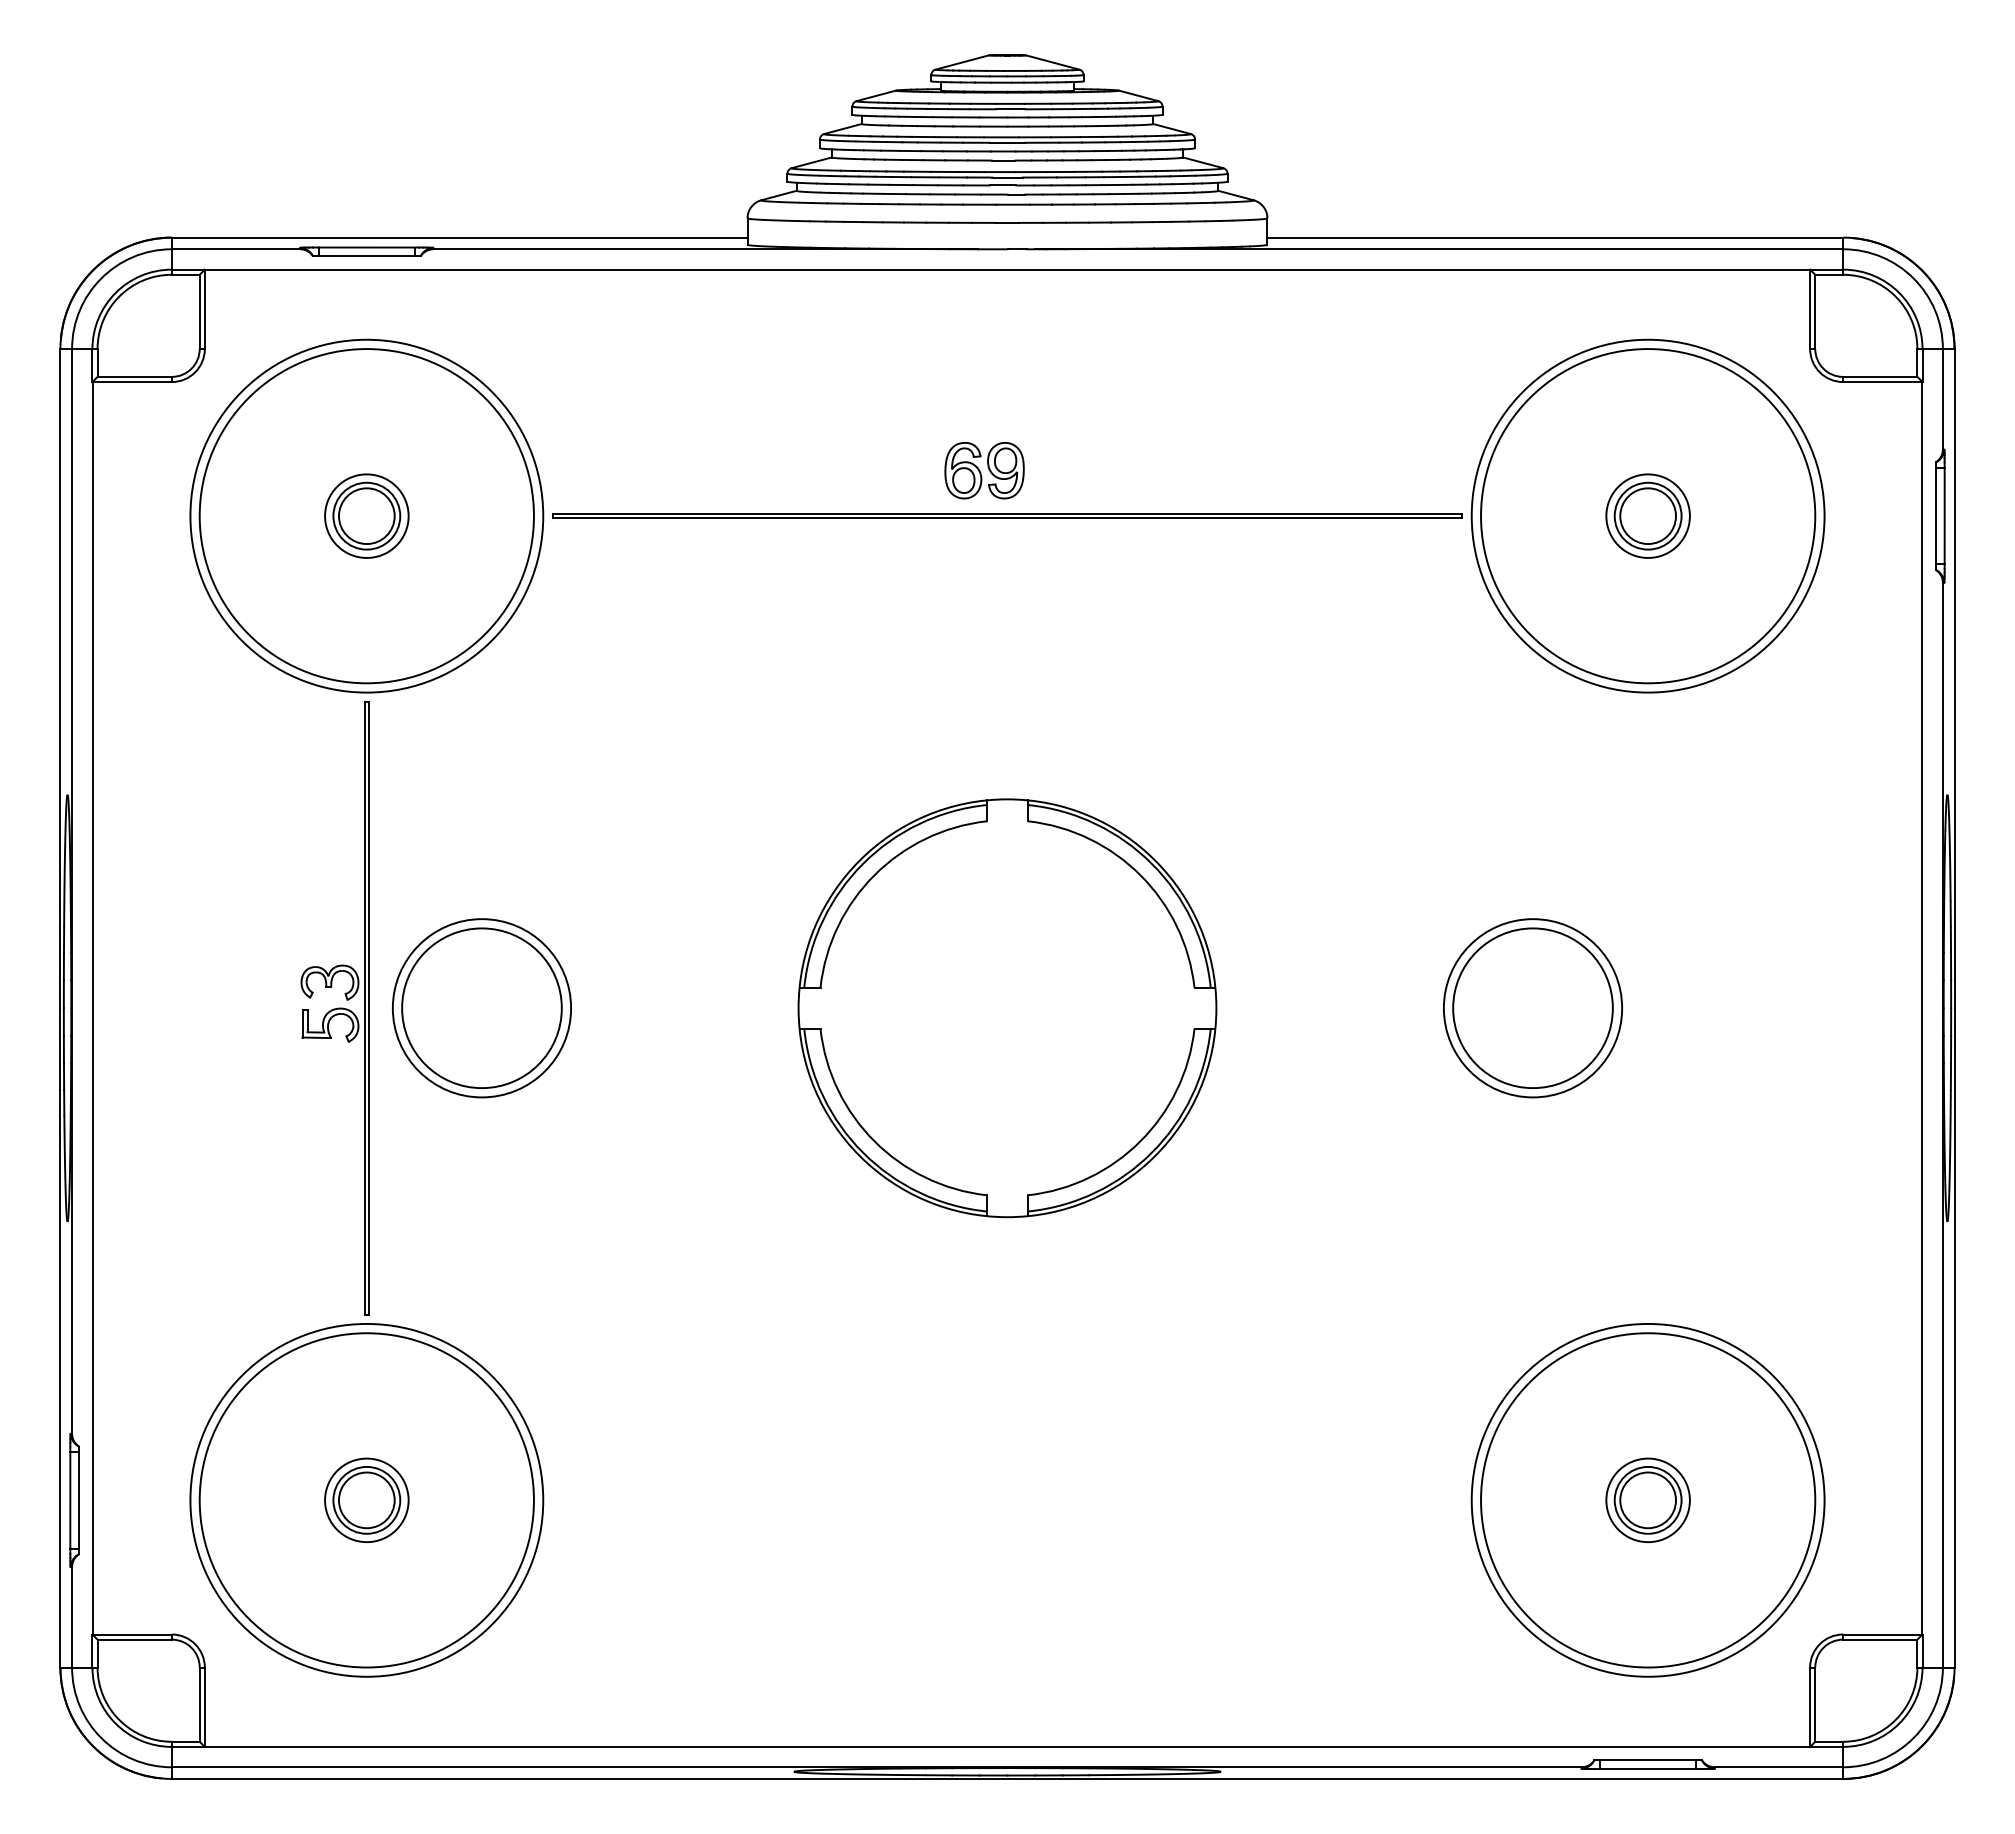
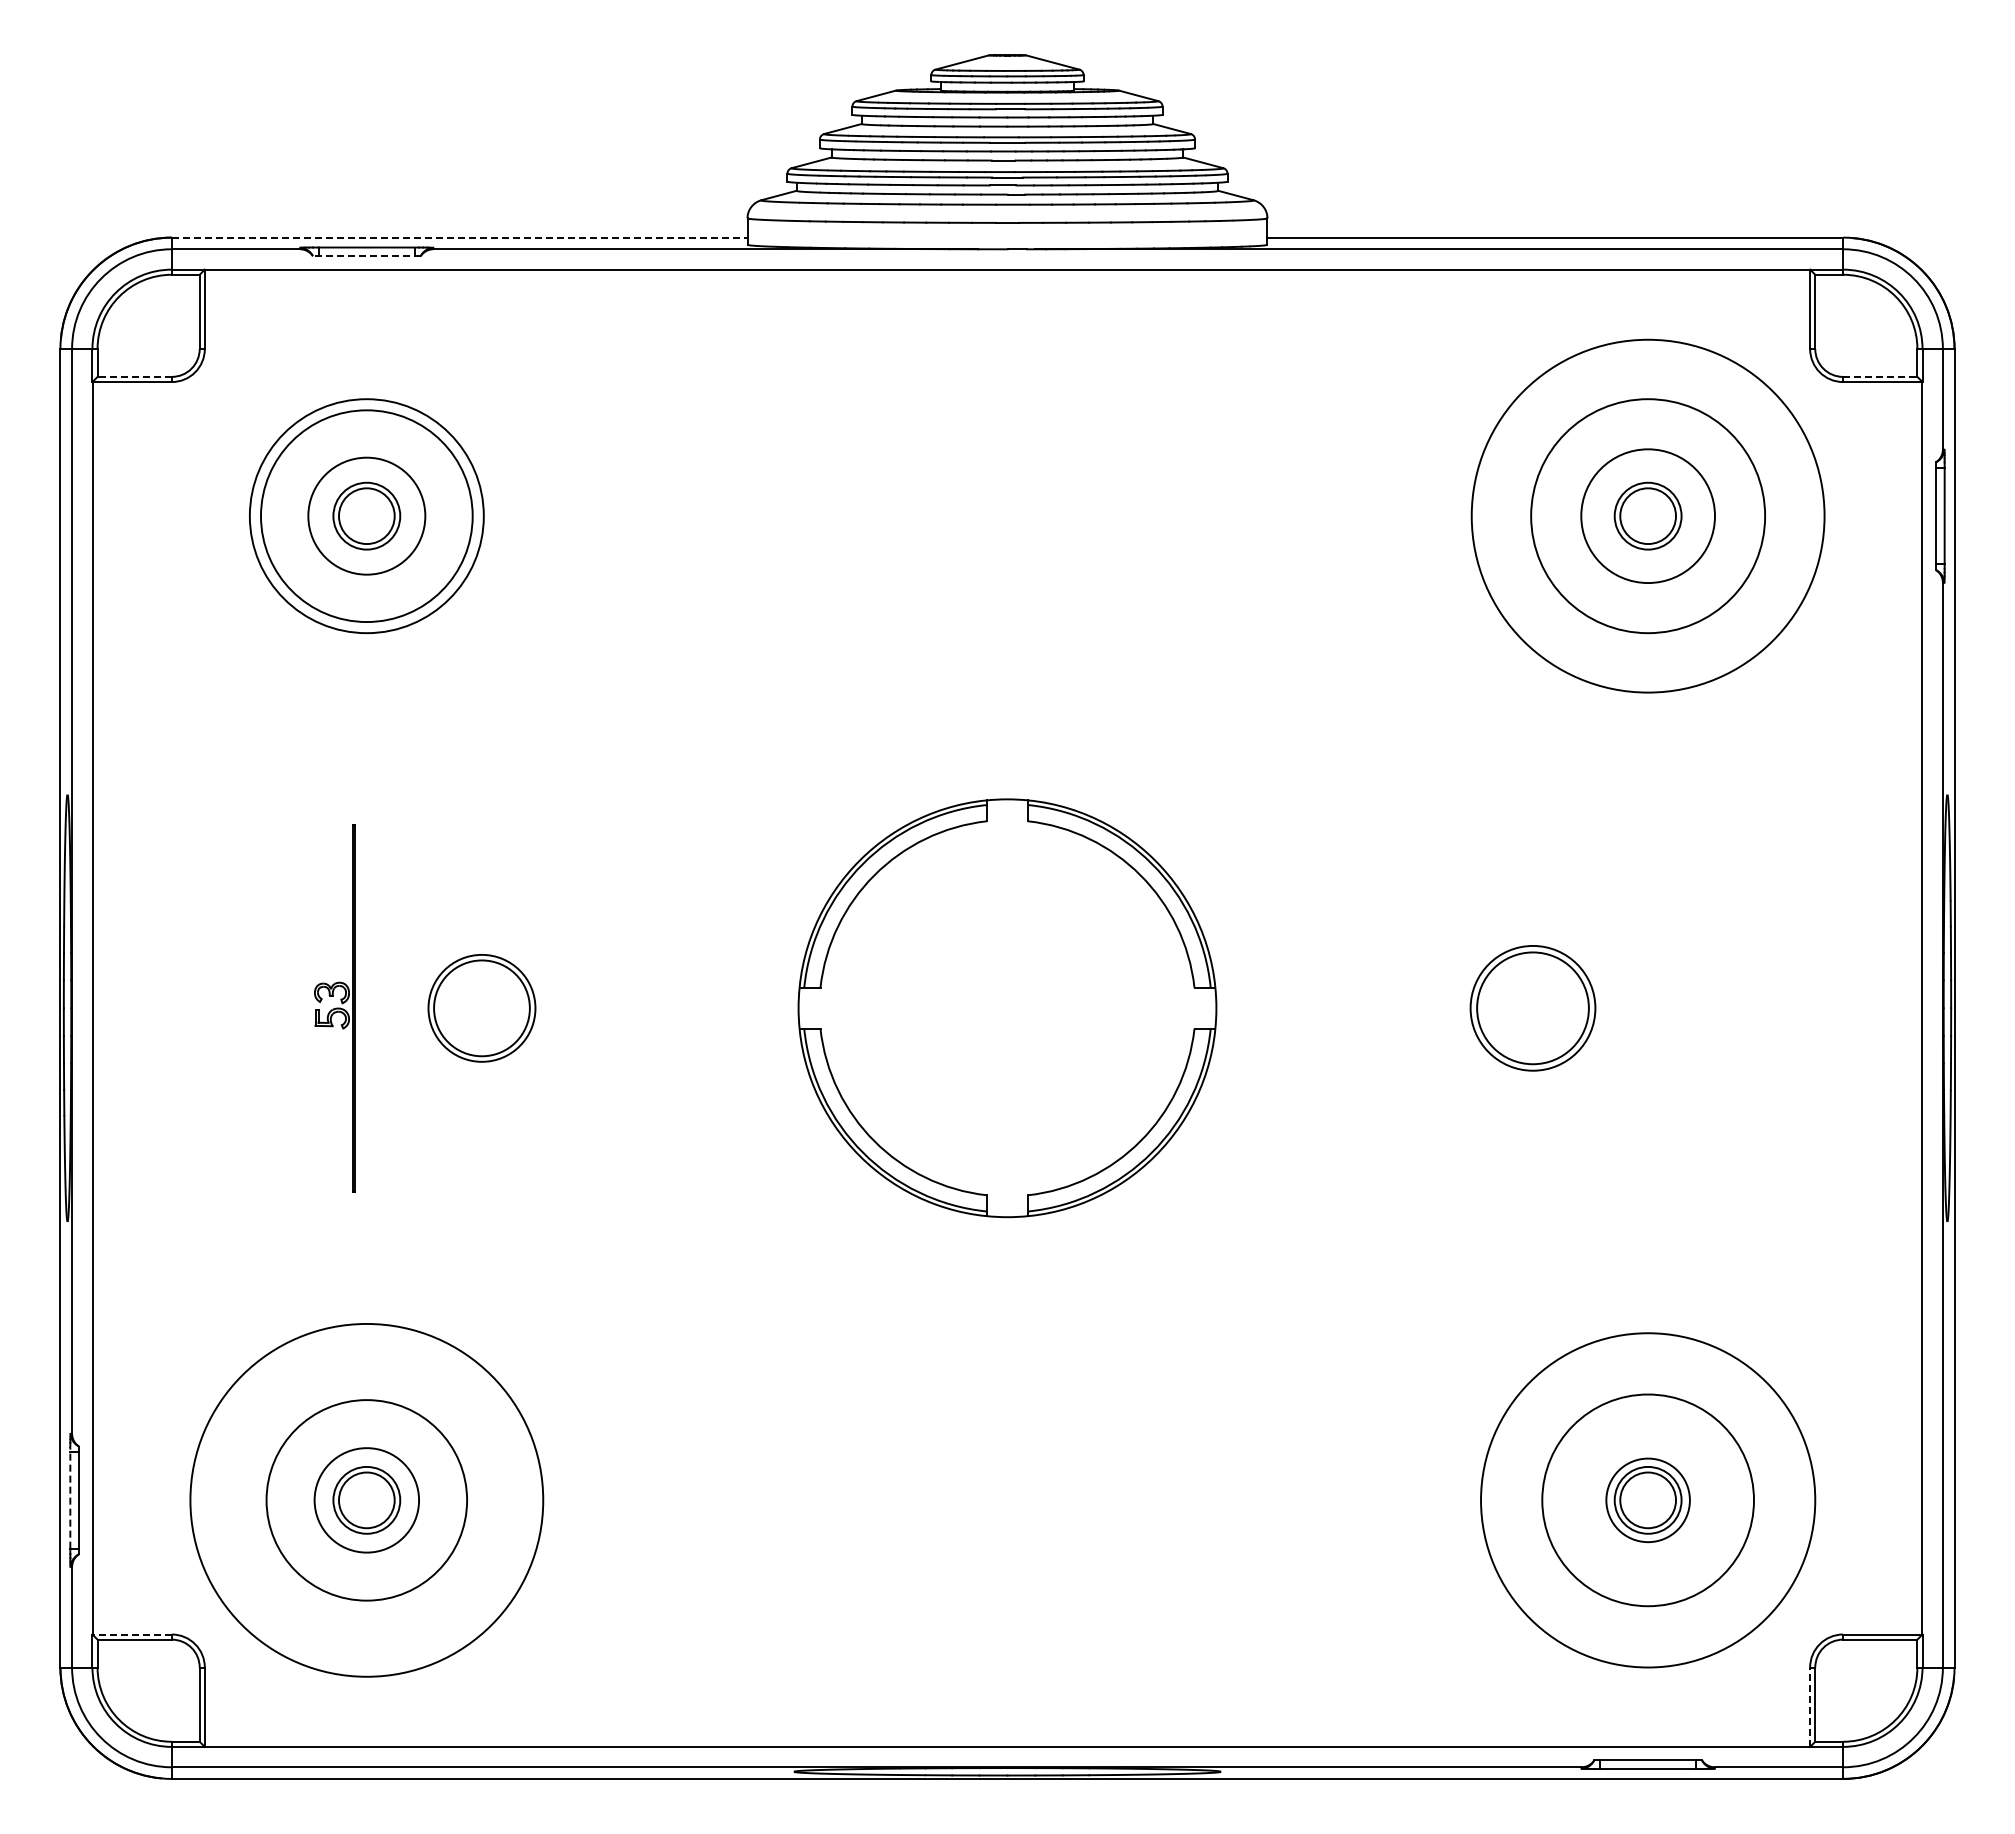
line at (459, 237): solid -> dashed
line at (366, 256): solid -> dashed
line at (134, 376): solid -> dashed
line at (1880, 376): solid -> dashed
part at (984, 470): present -> none
circle at (366, 515) diameter: 353 px -> 212 px
circle at (366, 515) diameter: 84 px -> 117 px
part at (1007, 515): present -> none
circle at (1647, 515) diameter: 84 px -> 134 px
circle at (366, 516) diameter: 334 px -> 234 px
circle at (1648, 516) diameter: 334 px -> 234 px
part at (334, 1008) size: 70x615 px -> 42x369 px
part at (481, 1008) size: 180x181 px -> 110x109 px
part at (1532, 1008) size: 180x181 px -> 128x127 px
line at (70, 1496): solid -> dashed
circle at (1647, 1499) diameter: 353 px -> 212 px
circle at (366, 1500) diameter: 334 px -> 201 px
circle at (366, 1500) diameter: 84 px -> 104 px
line at (132, 1634): solid -> dashed
line at (1810, 1707): solid -> dashed
